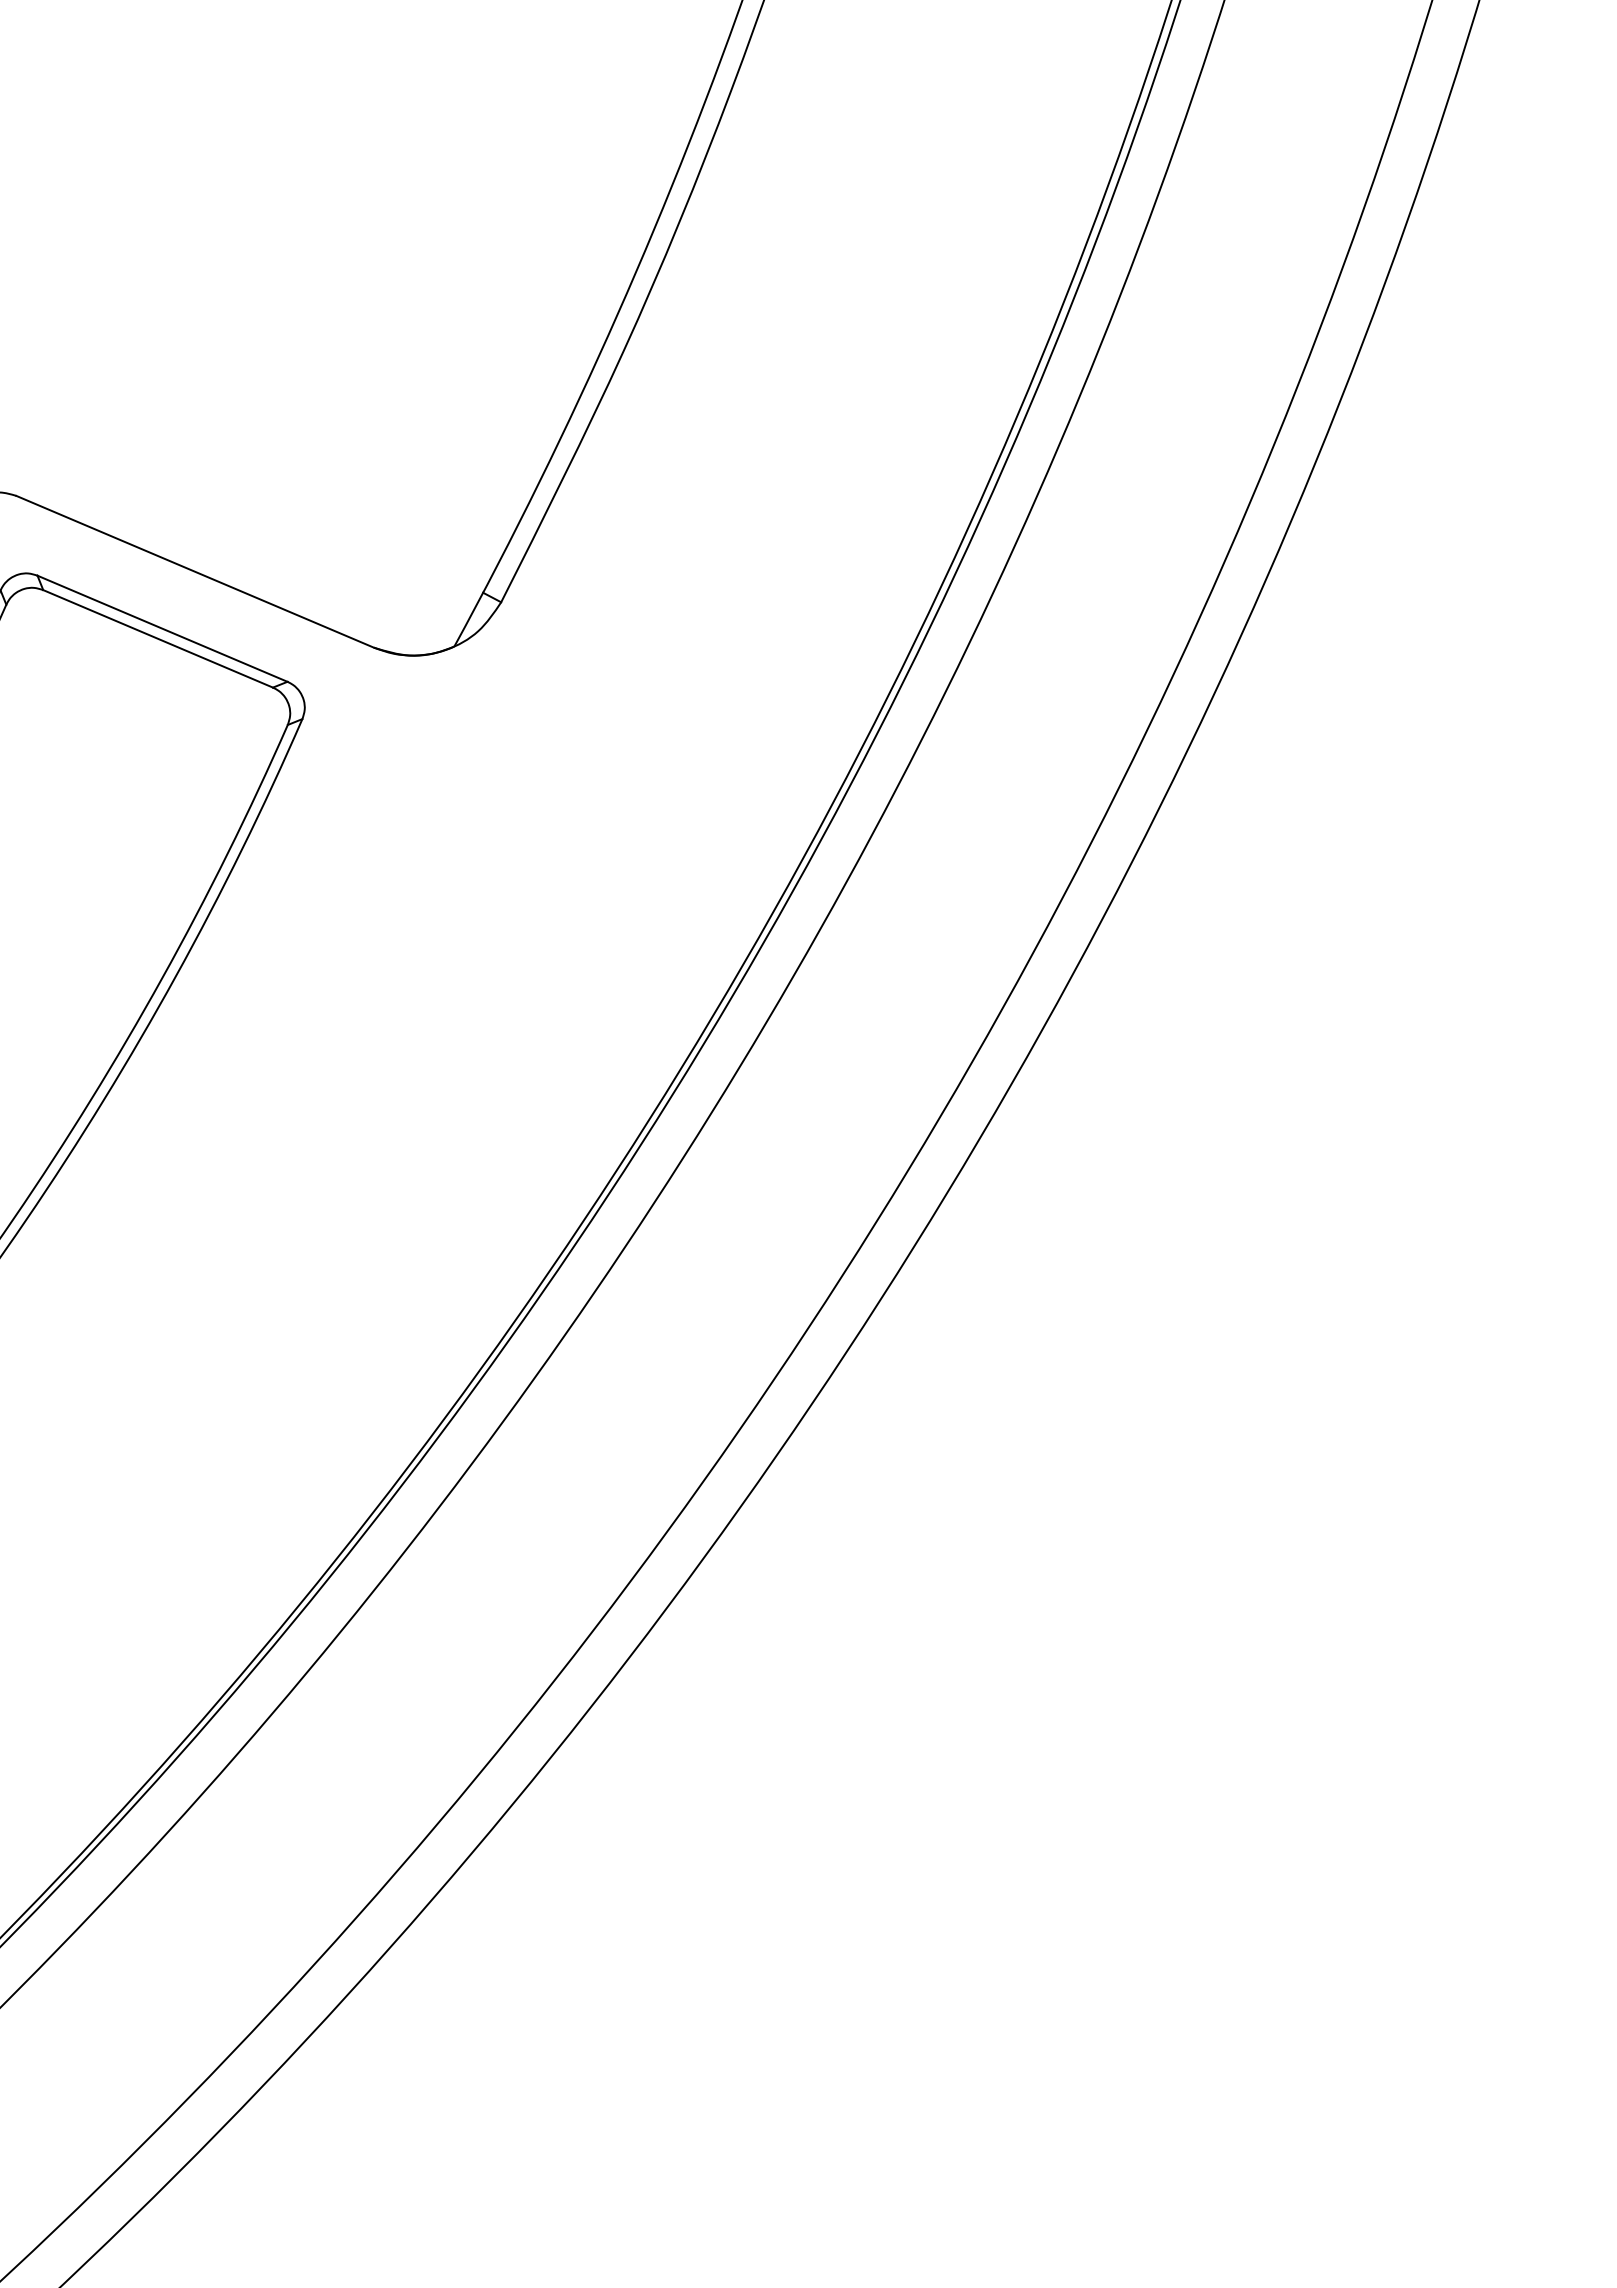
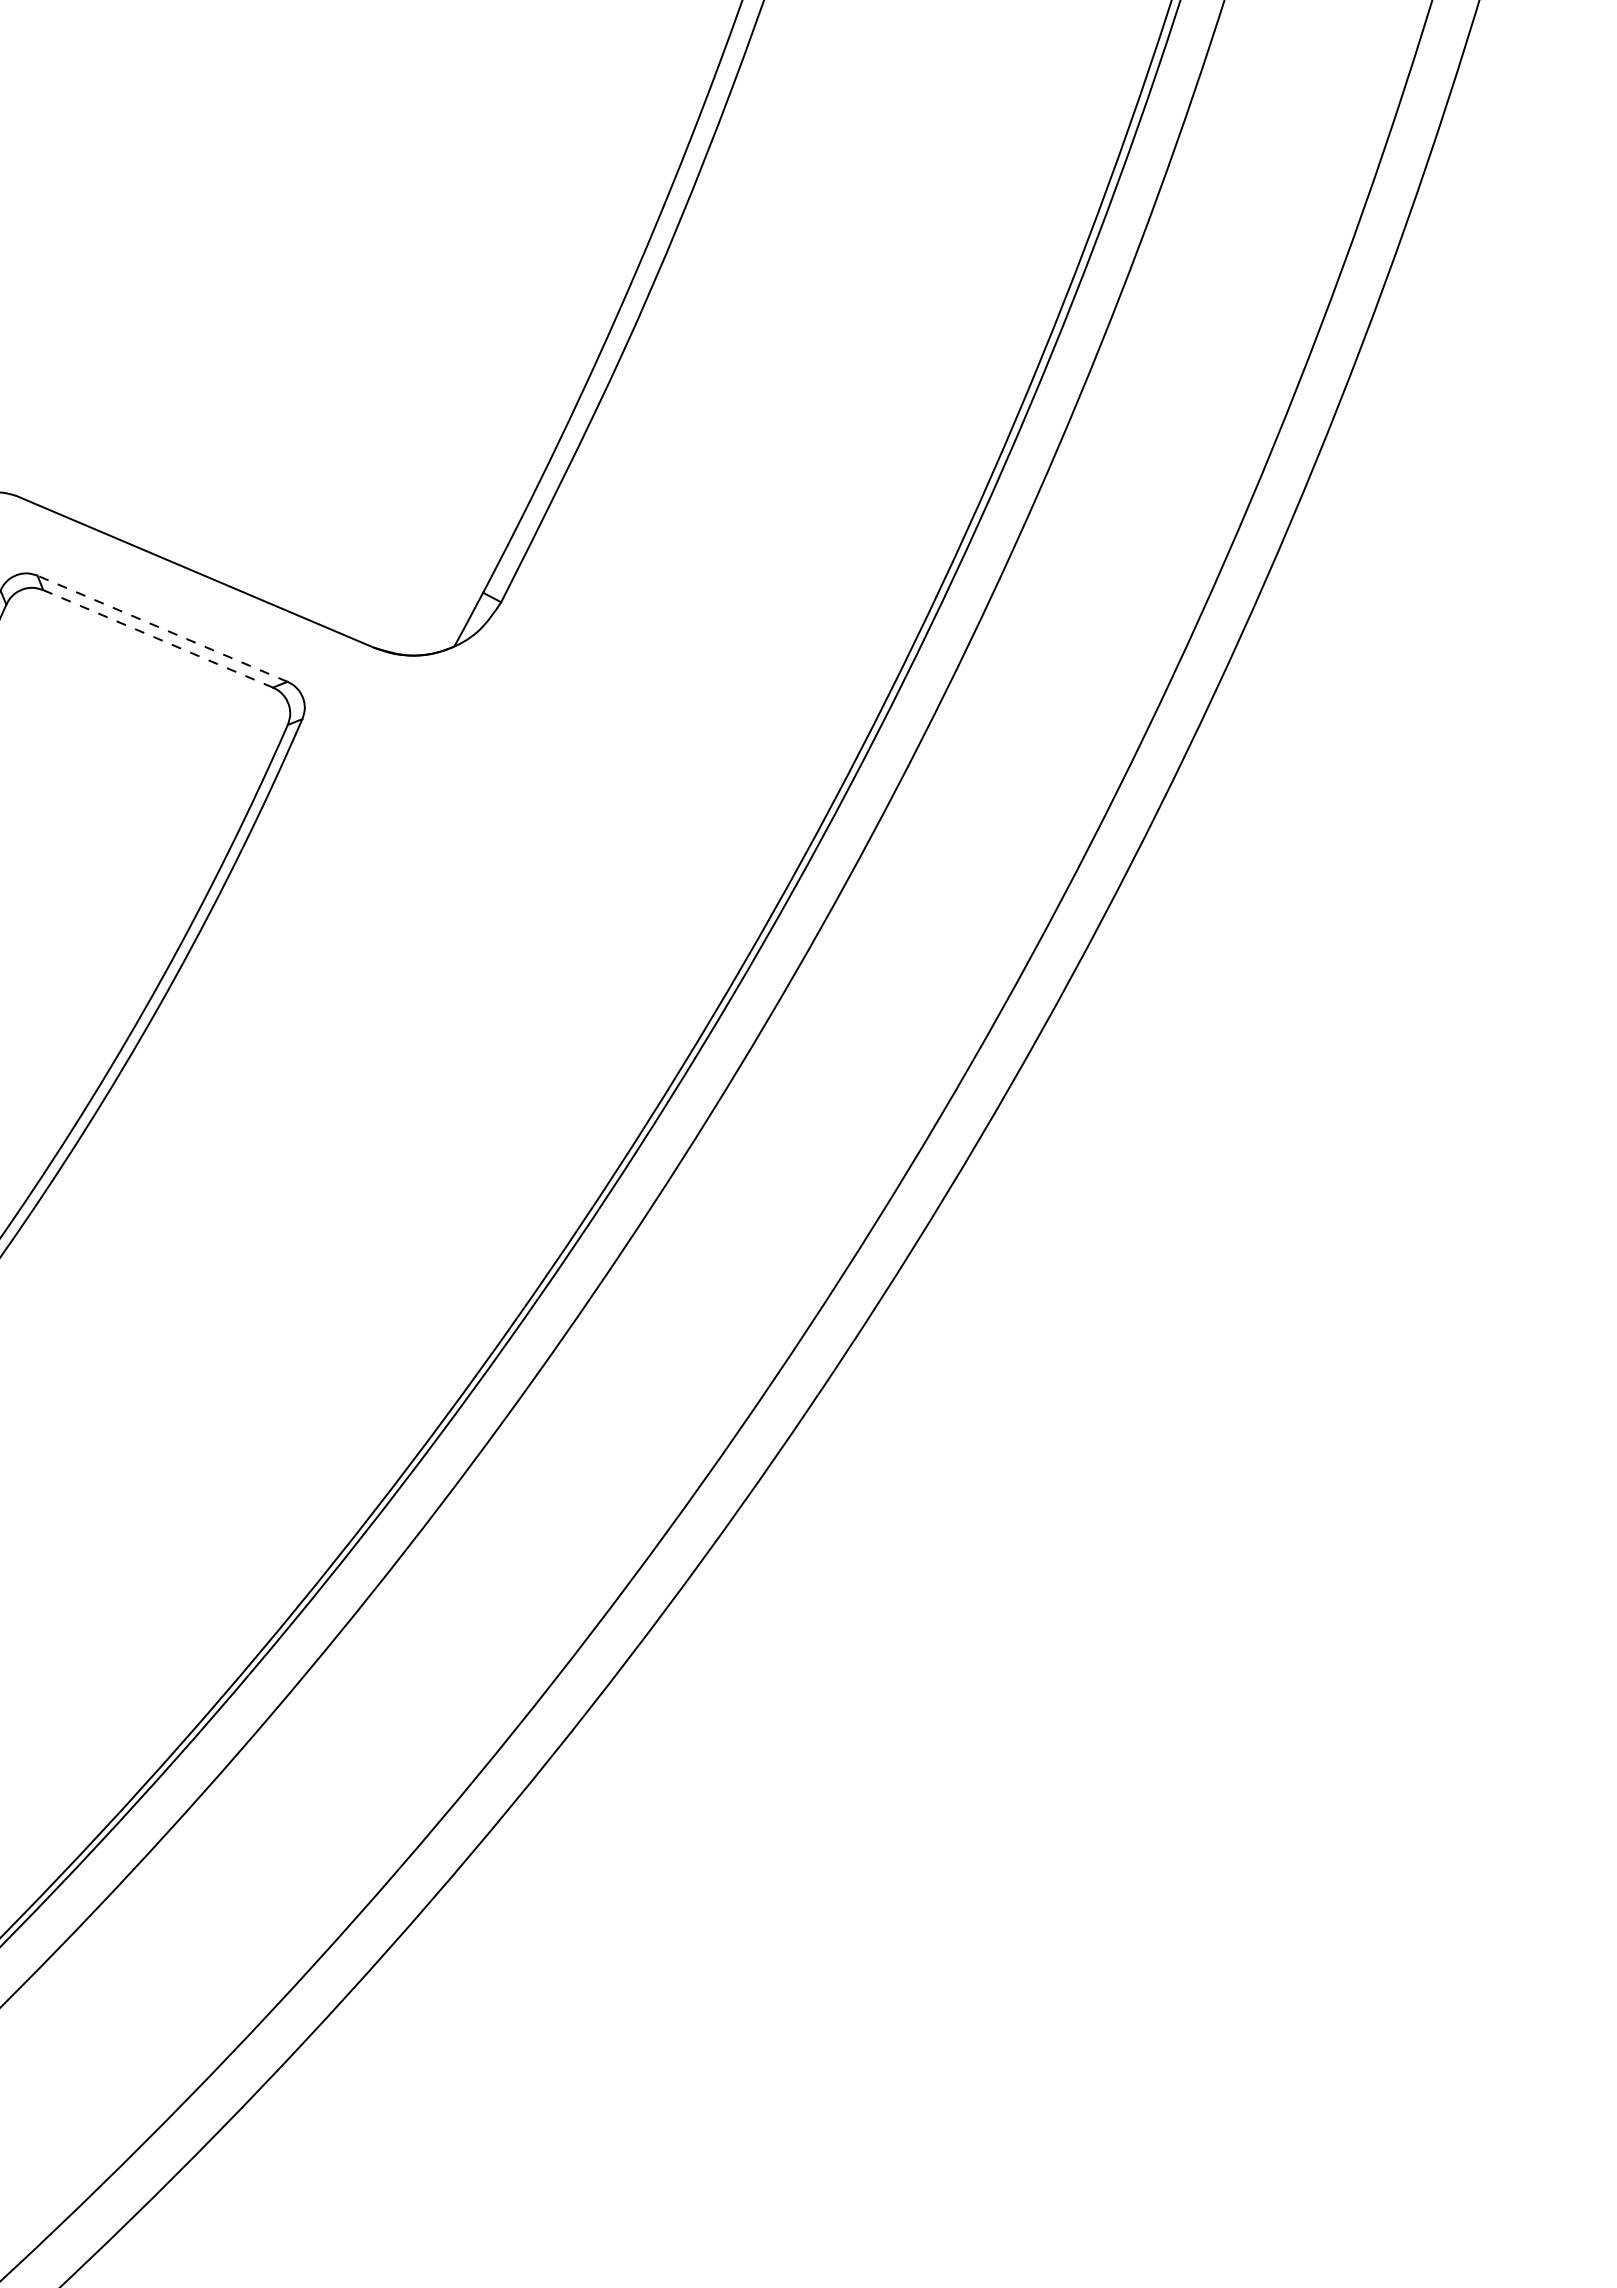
line at (162, 628): solid -> dashed
line at (158, 638): solid -> dashed
